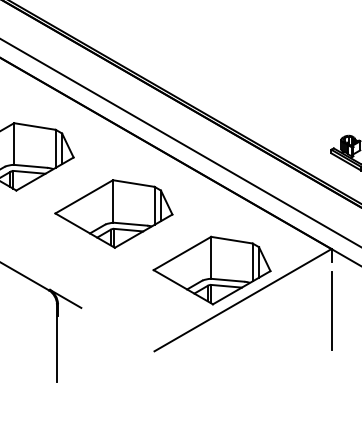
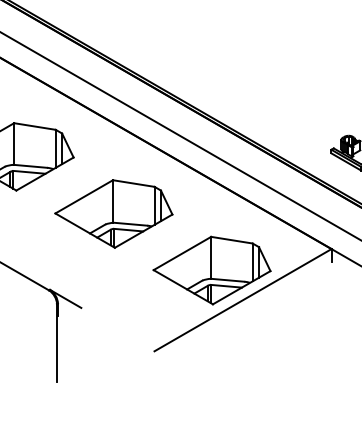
line at (180, 142) position: (180, 142) -> (180, 135)
line at (331, 310): present -> none
